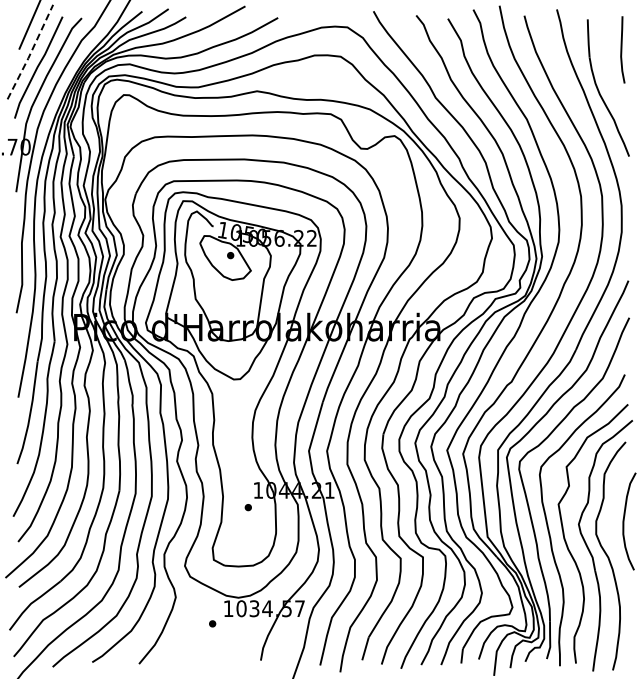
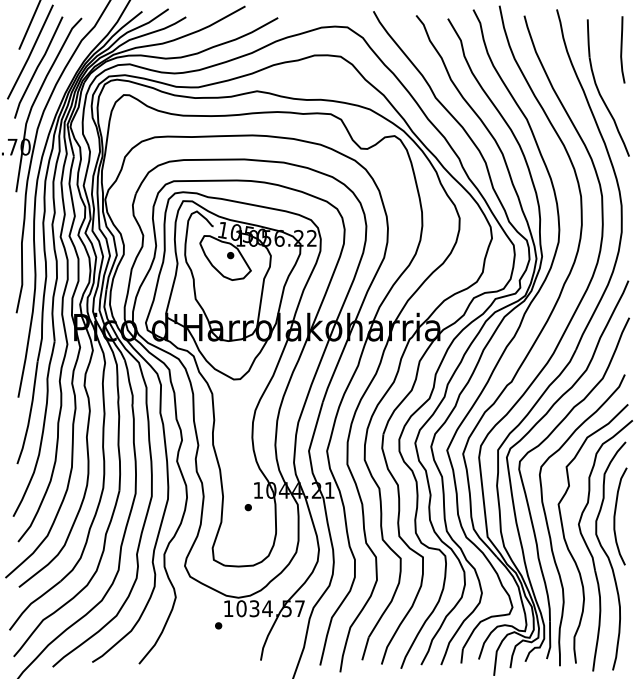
line at (31, 52): dashed -> solid
curve at (624, 521) position: (624, 521) -> (615, 516)
part at (212, 623) position: (212, 623) -> (218, 625)
